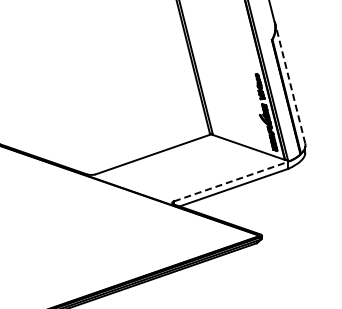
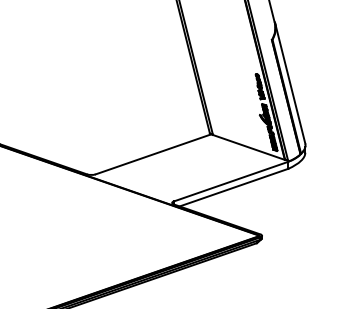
line at (290, 83): dashed -> solid
line at (231, 181): dashed -> solid
